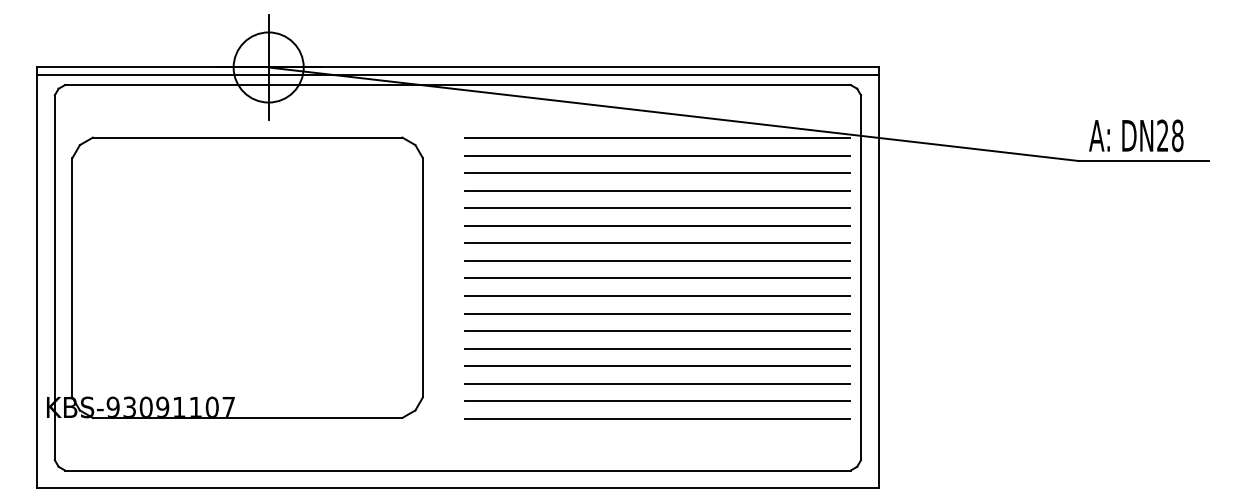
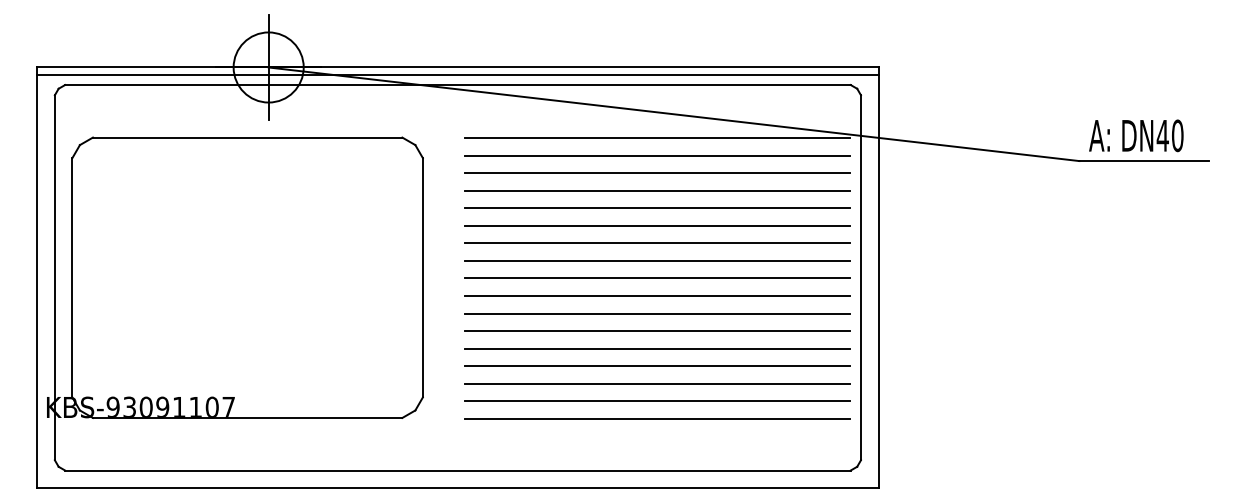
text at (1169, 135): DN28 -> DN40
